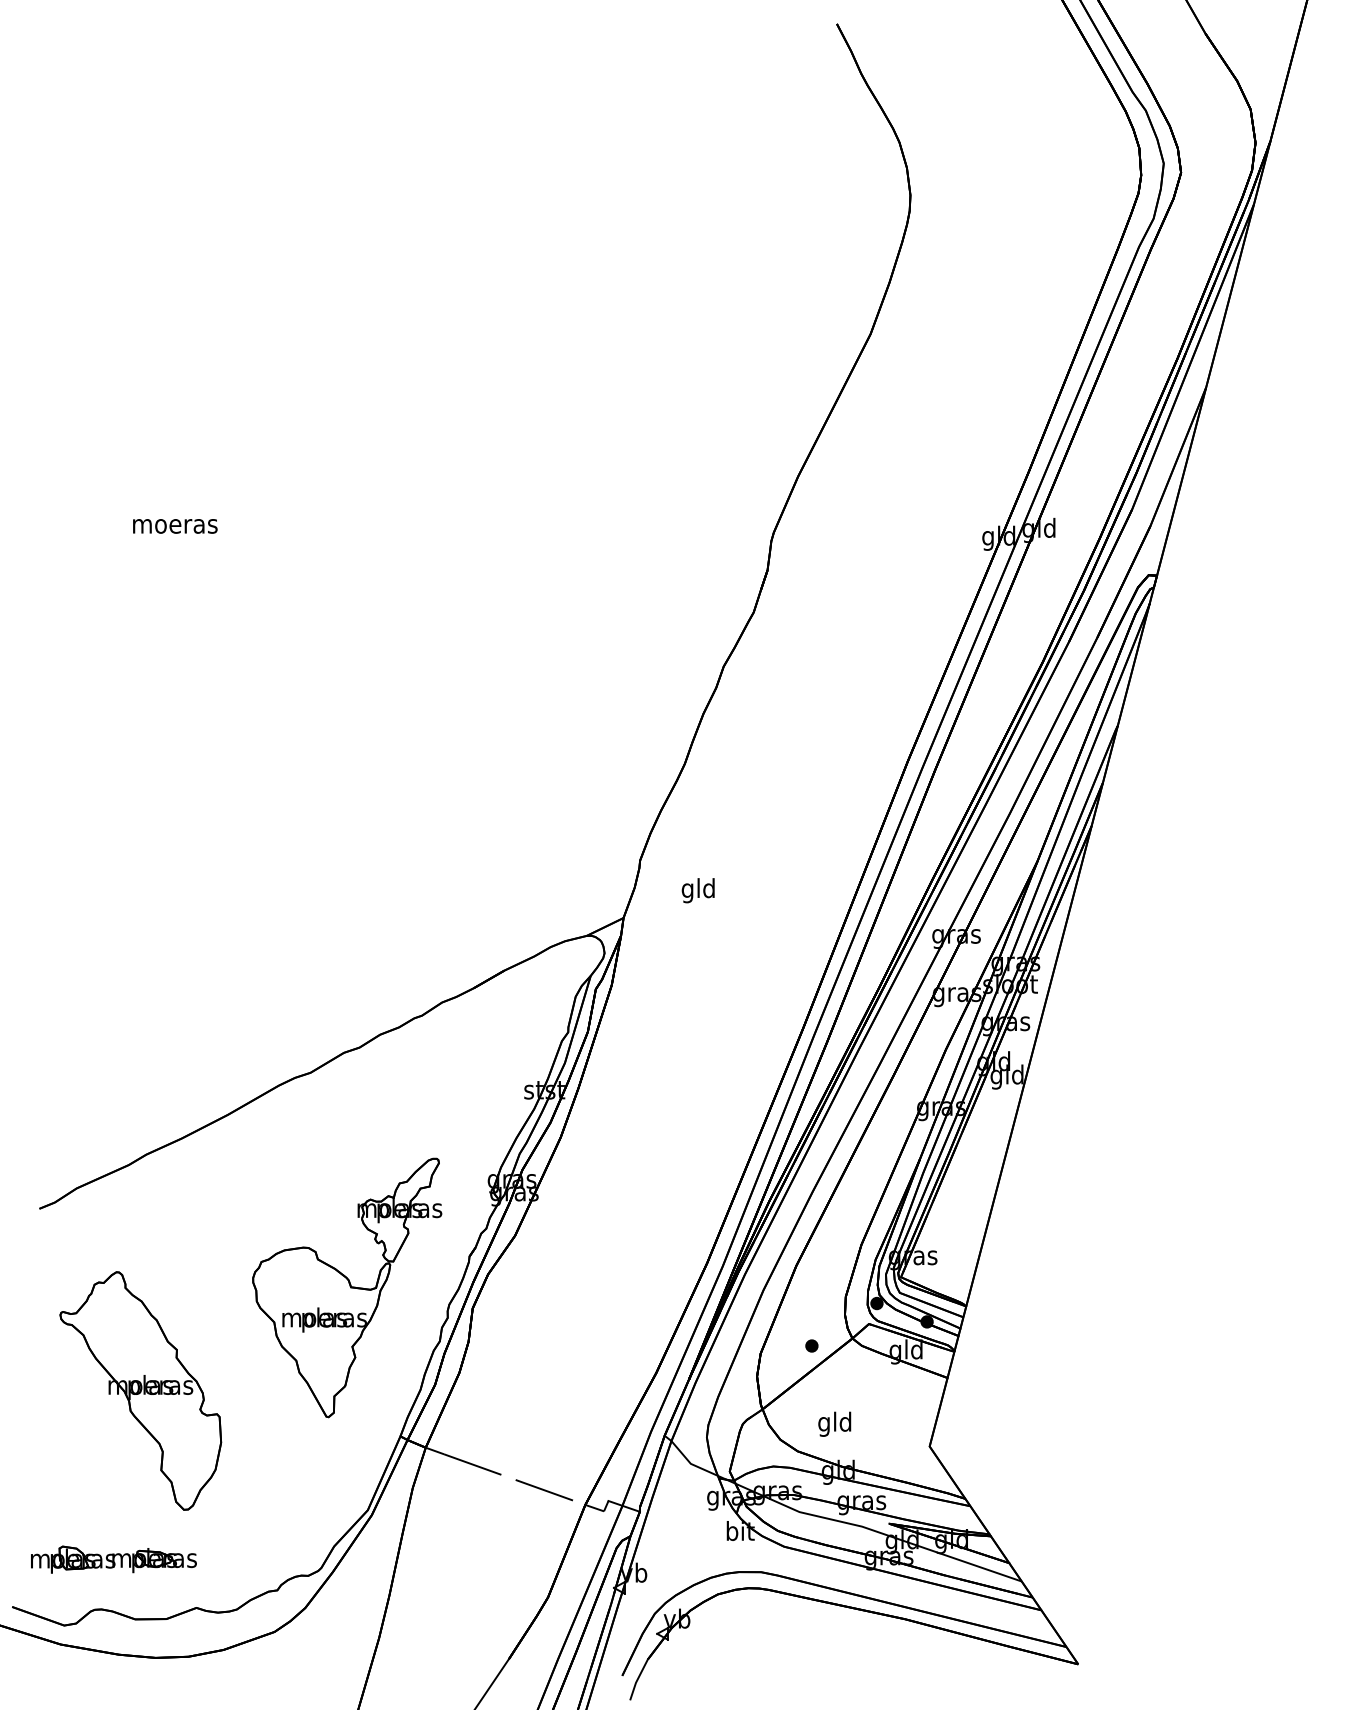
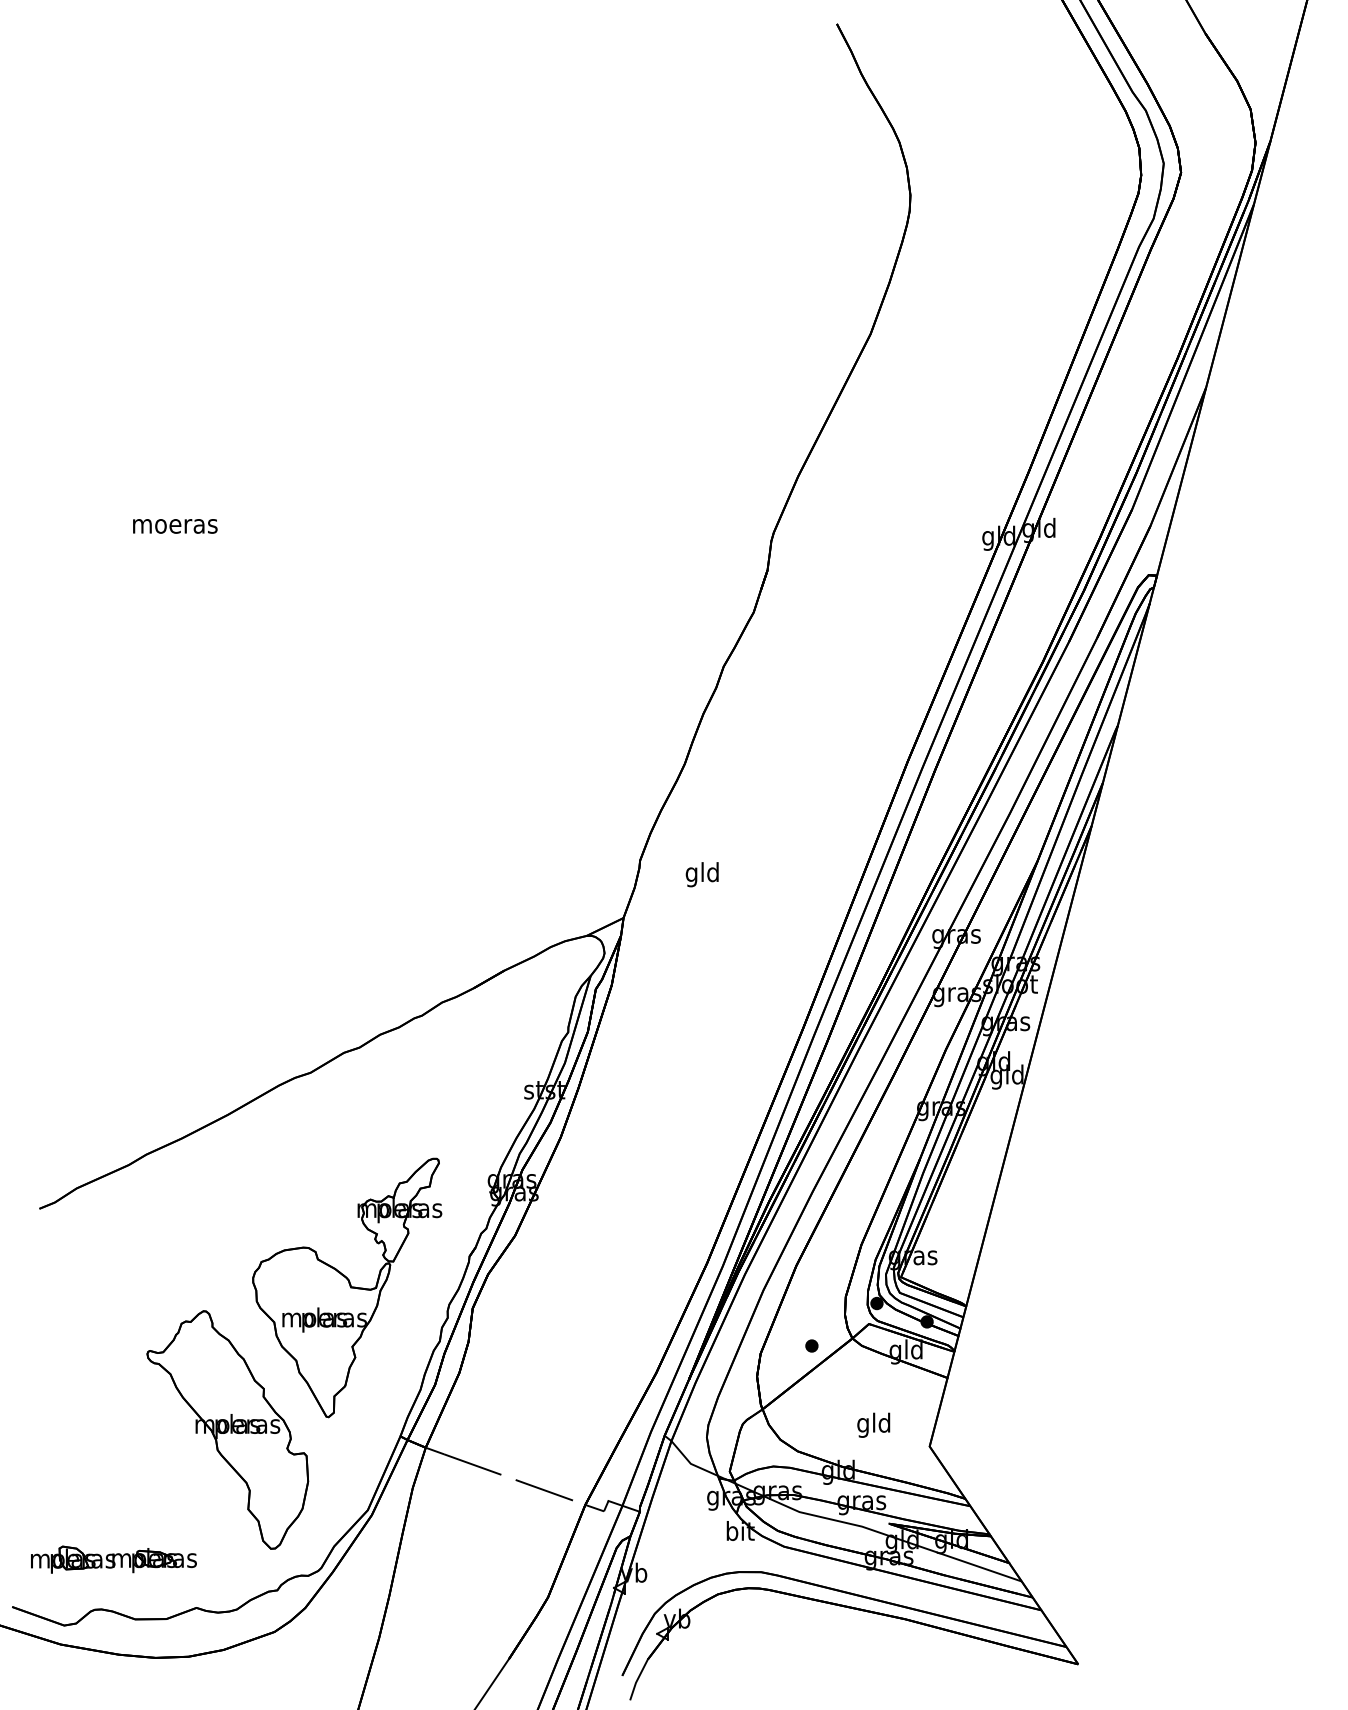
text at (697, 890) position: (697, 890) -> (701, 874)
part at (140, 1390) position: (140, 1390) -> (227, 1429)
text at (834, 1423) position: (834, 1423) -> (873, 1424)
